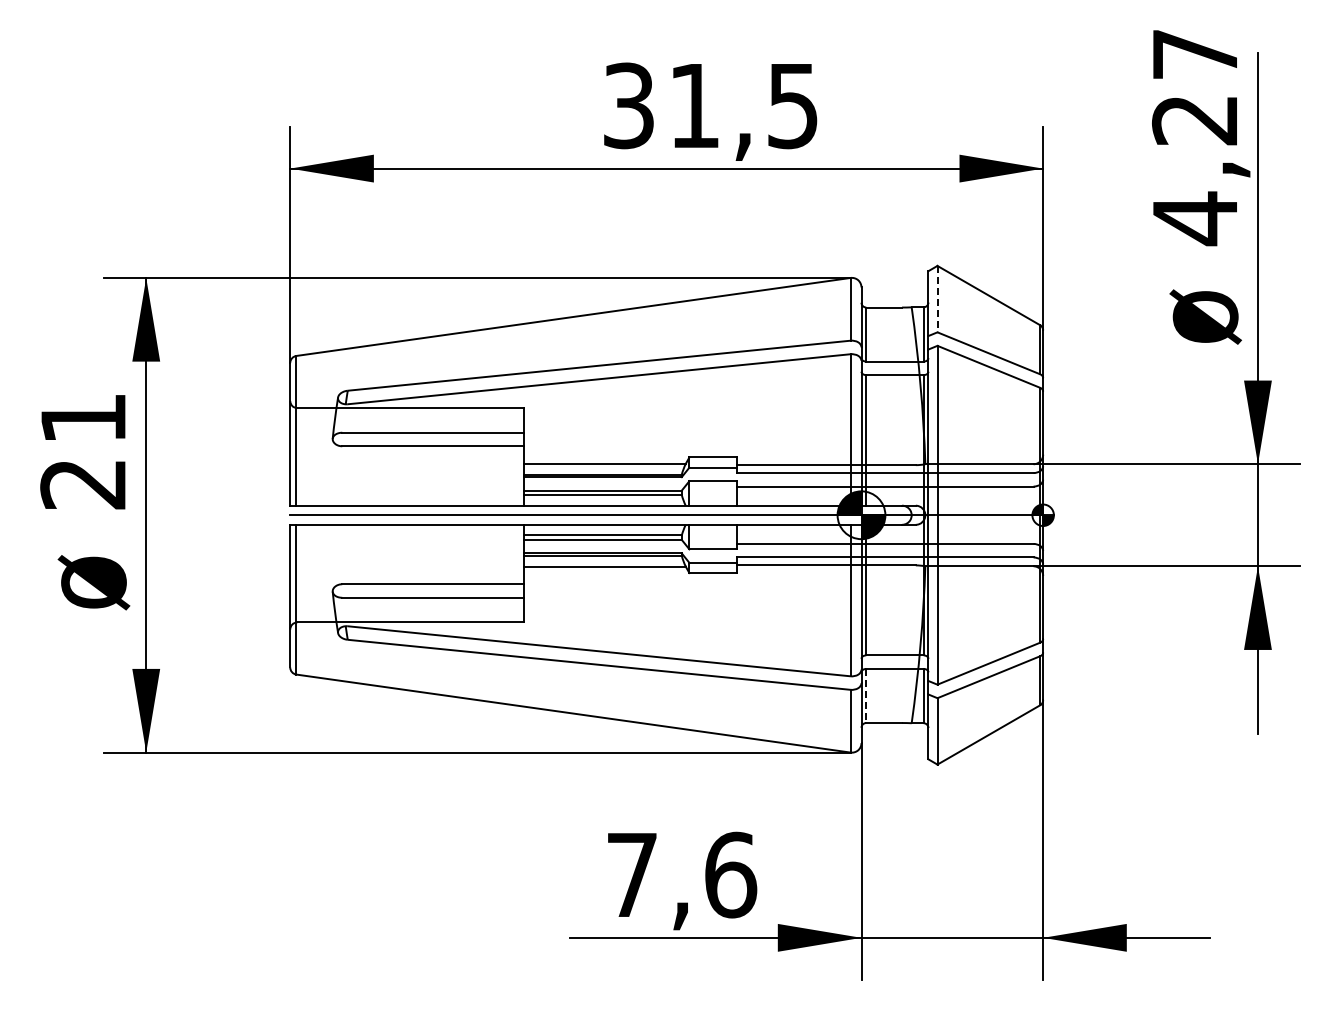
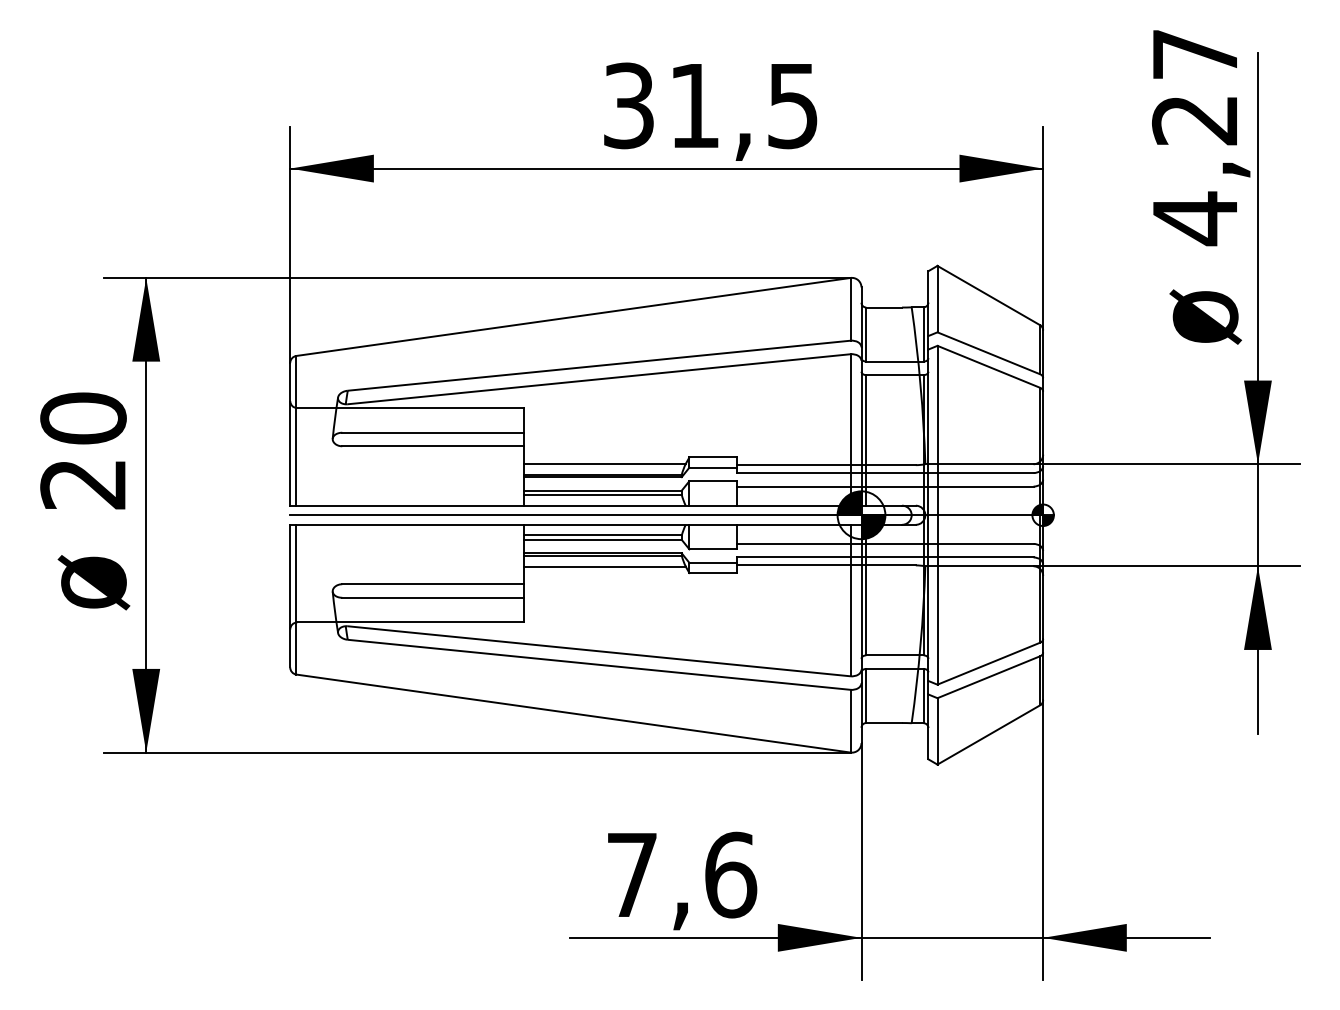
line at (937, 299): dashed -> solid
text at (83, 418): 21 -> 20
line at (866, 696): dashed -> solid
